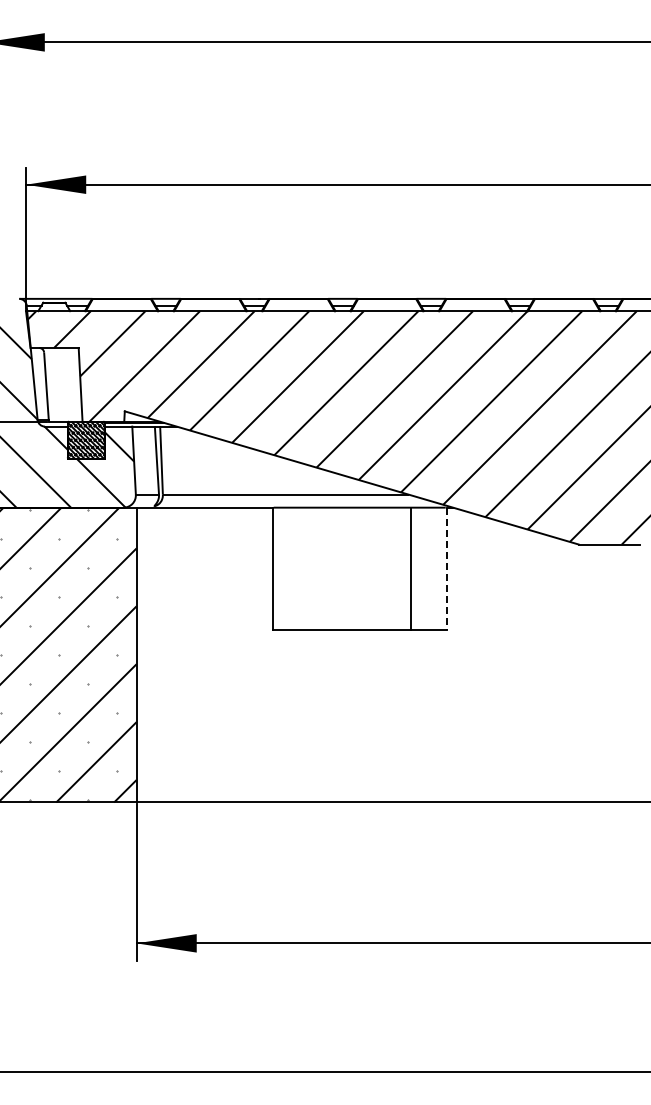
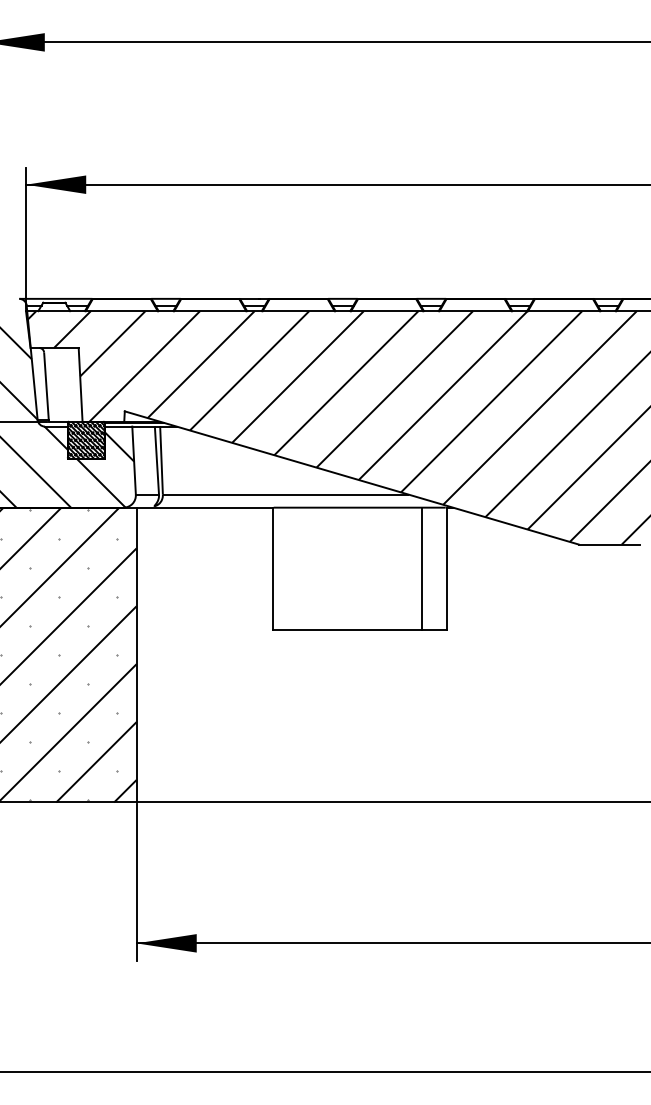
line at (410, 568) position: (410, 568) -> (421, 568)
line at (446, 569): dashed -> solid
